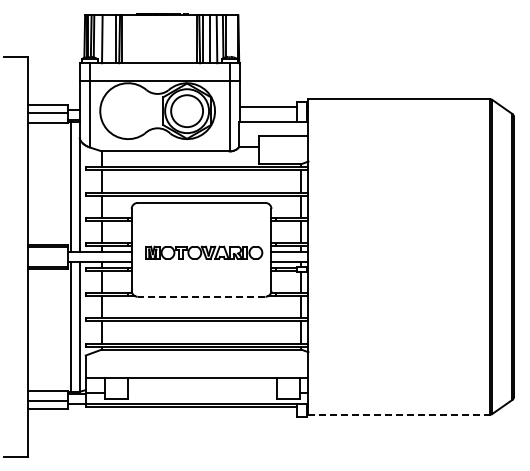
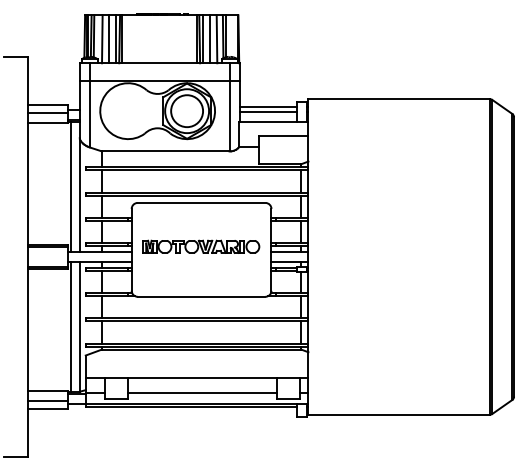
line at (109, 39): none -> present
line at (268, 111): none -> present
part at (204, 252) position: (204, 252) -> (201, 246)
line at (201, 296): dashed -> solid
line at (202, 393): none -> present
line at (399, 414): dashed -> solid
